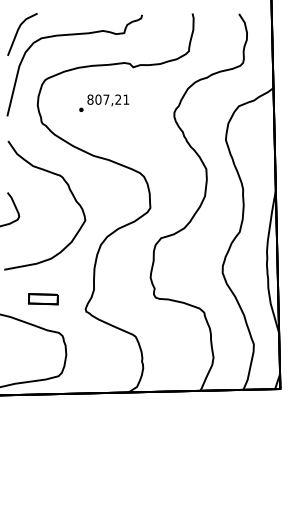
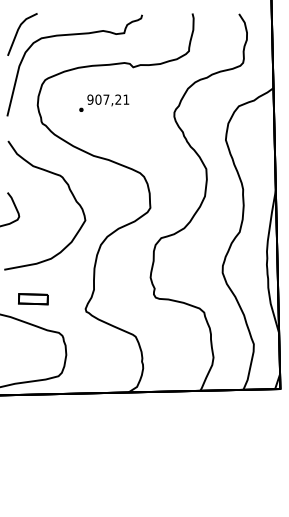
text at (90, 99): 807,21 -> 907,21
part at (43, 299) position: (43, 299) -> (33, 299)
